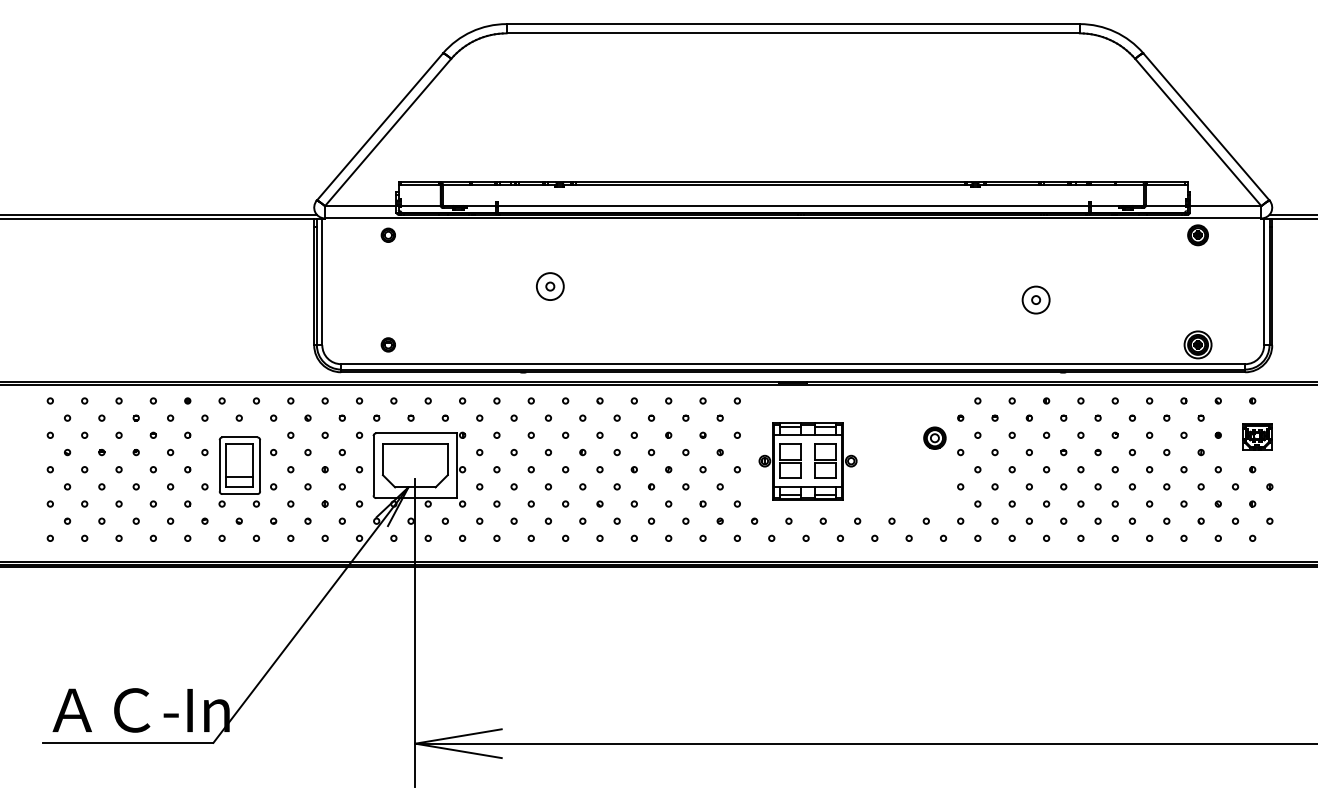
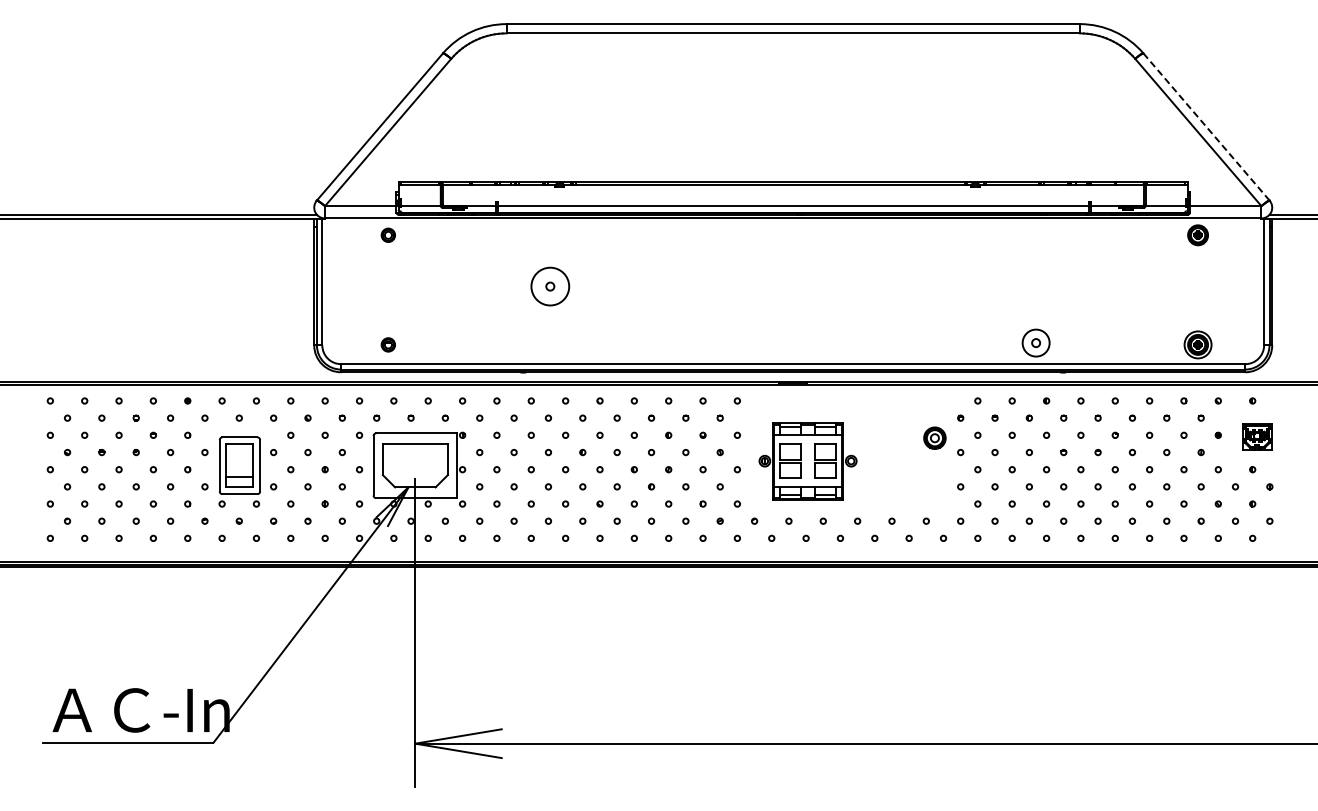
line at (1206, 127): solid -> dashed
circle at (549, 286) diameter: 27 px -> 38 px
part at (1035, 299) position: (1035, 299) -> (1035, 342)
